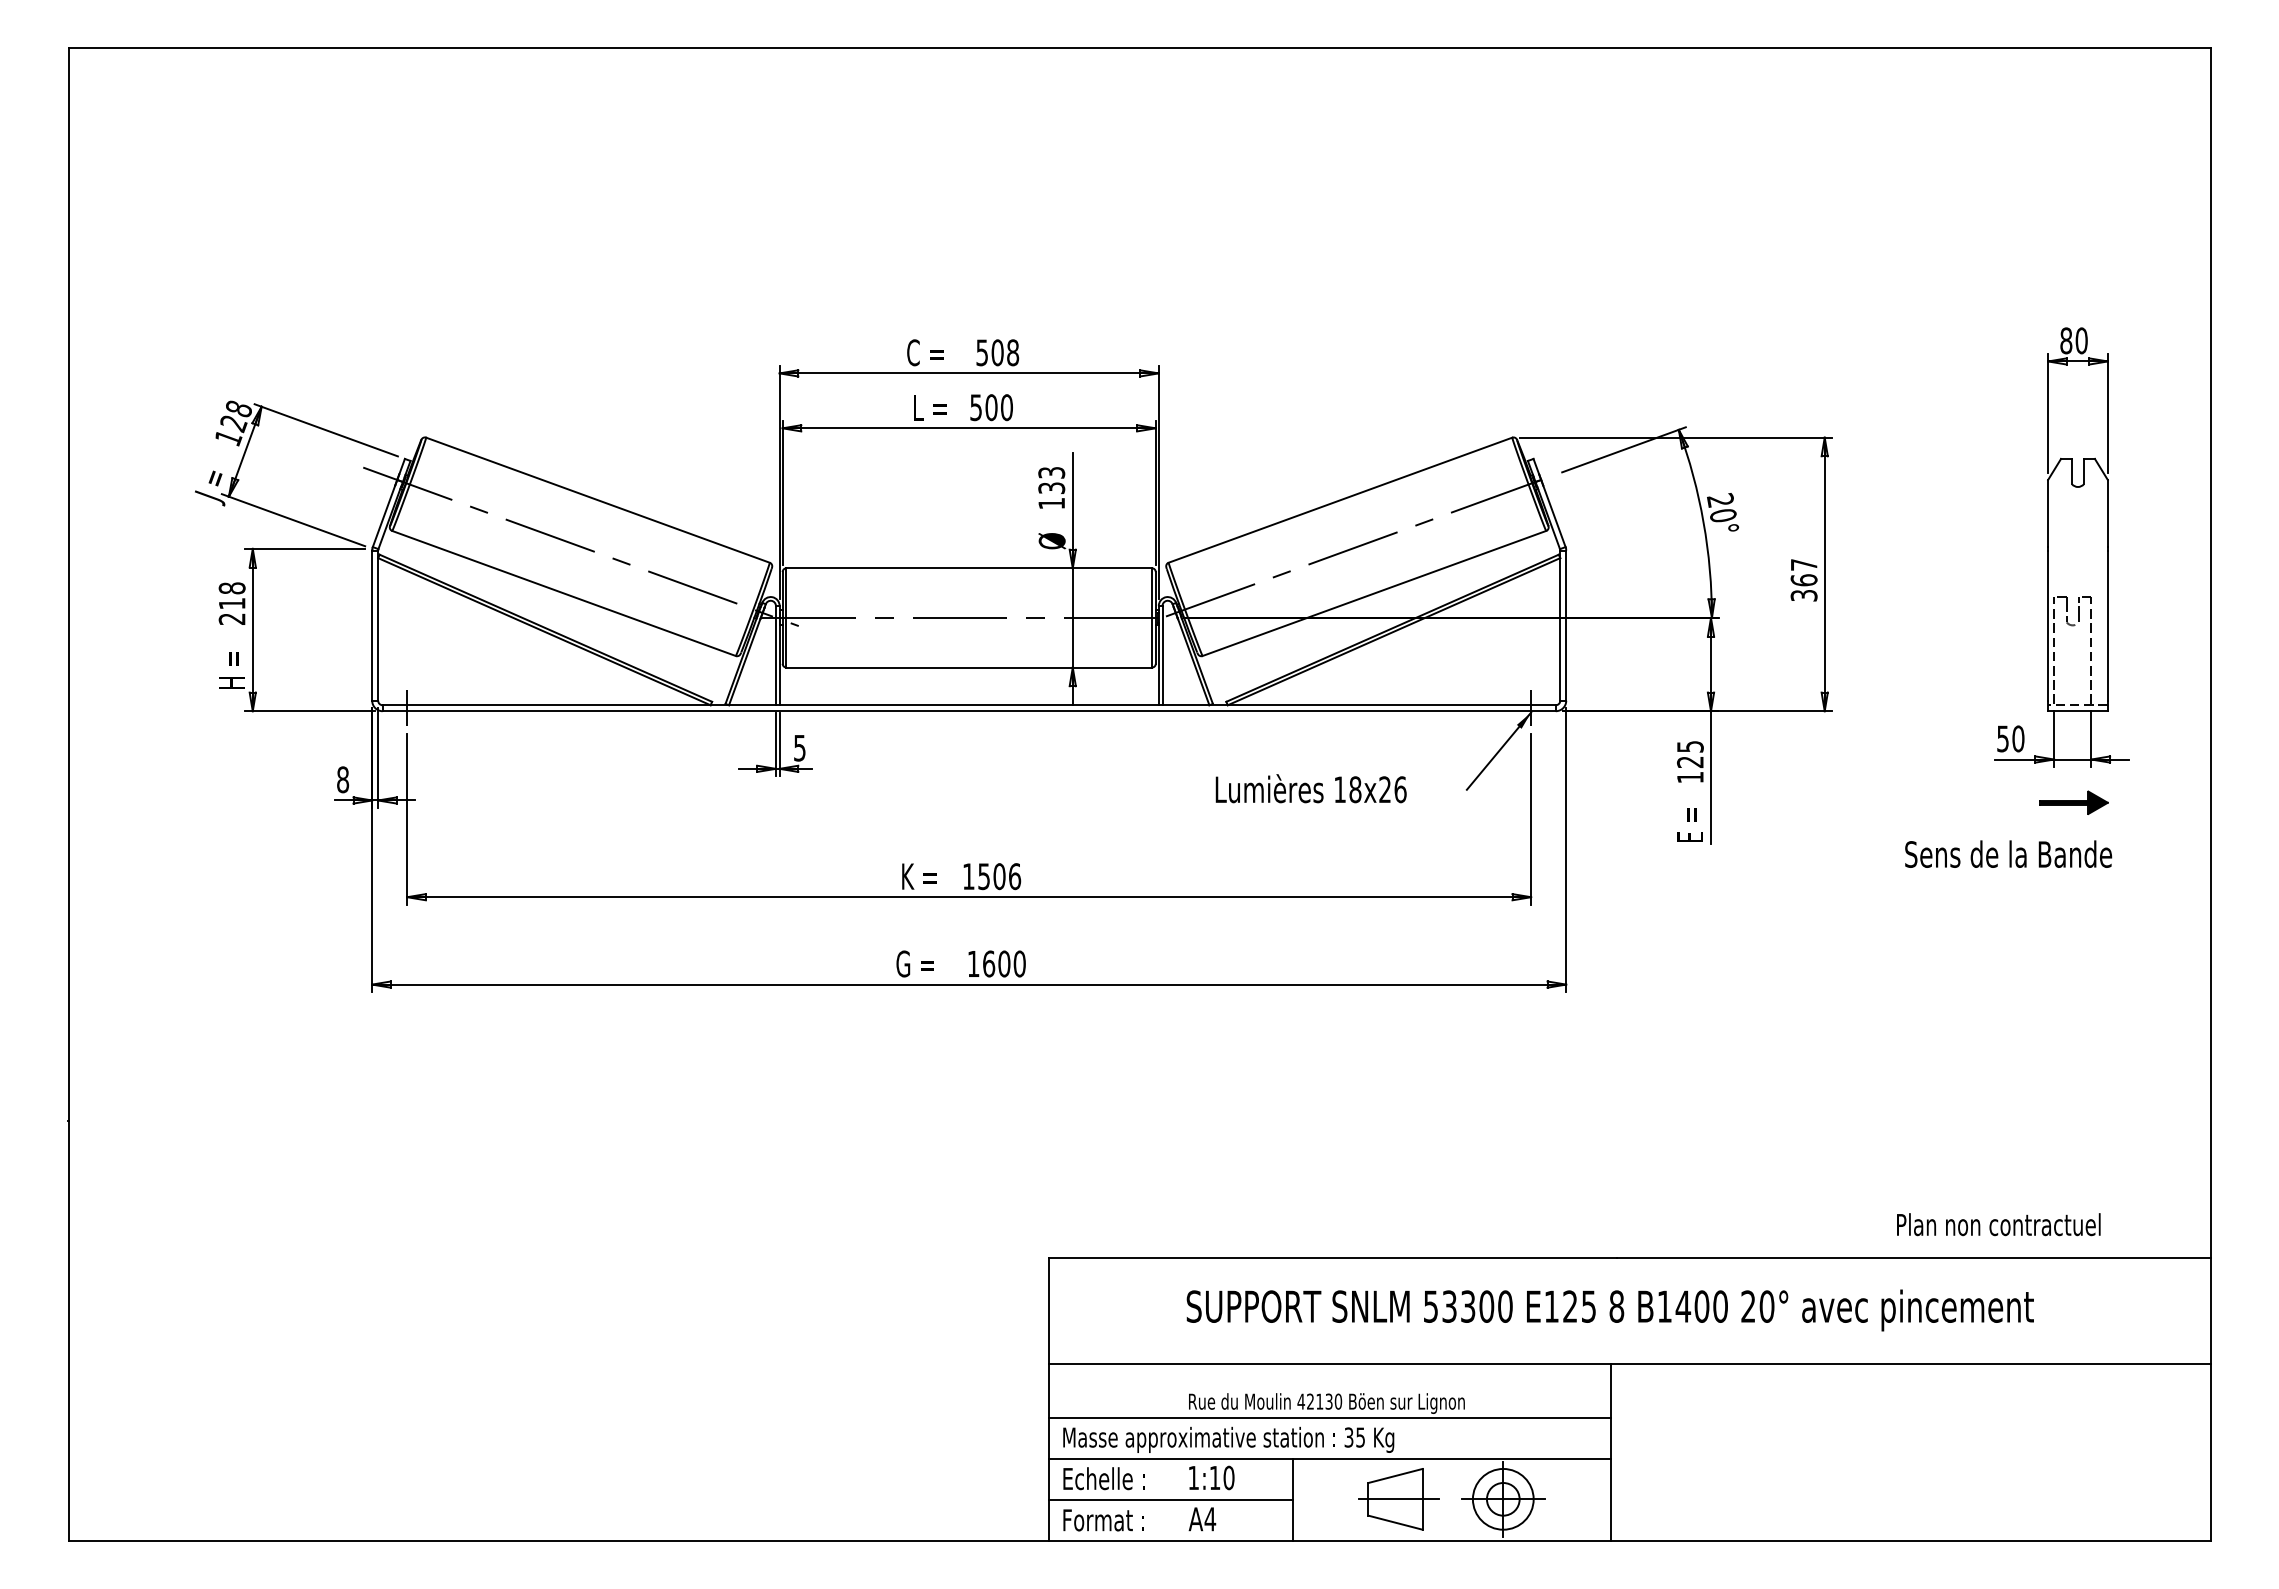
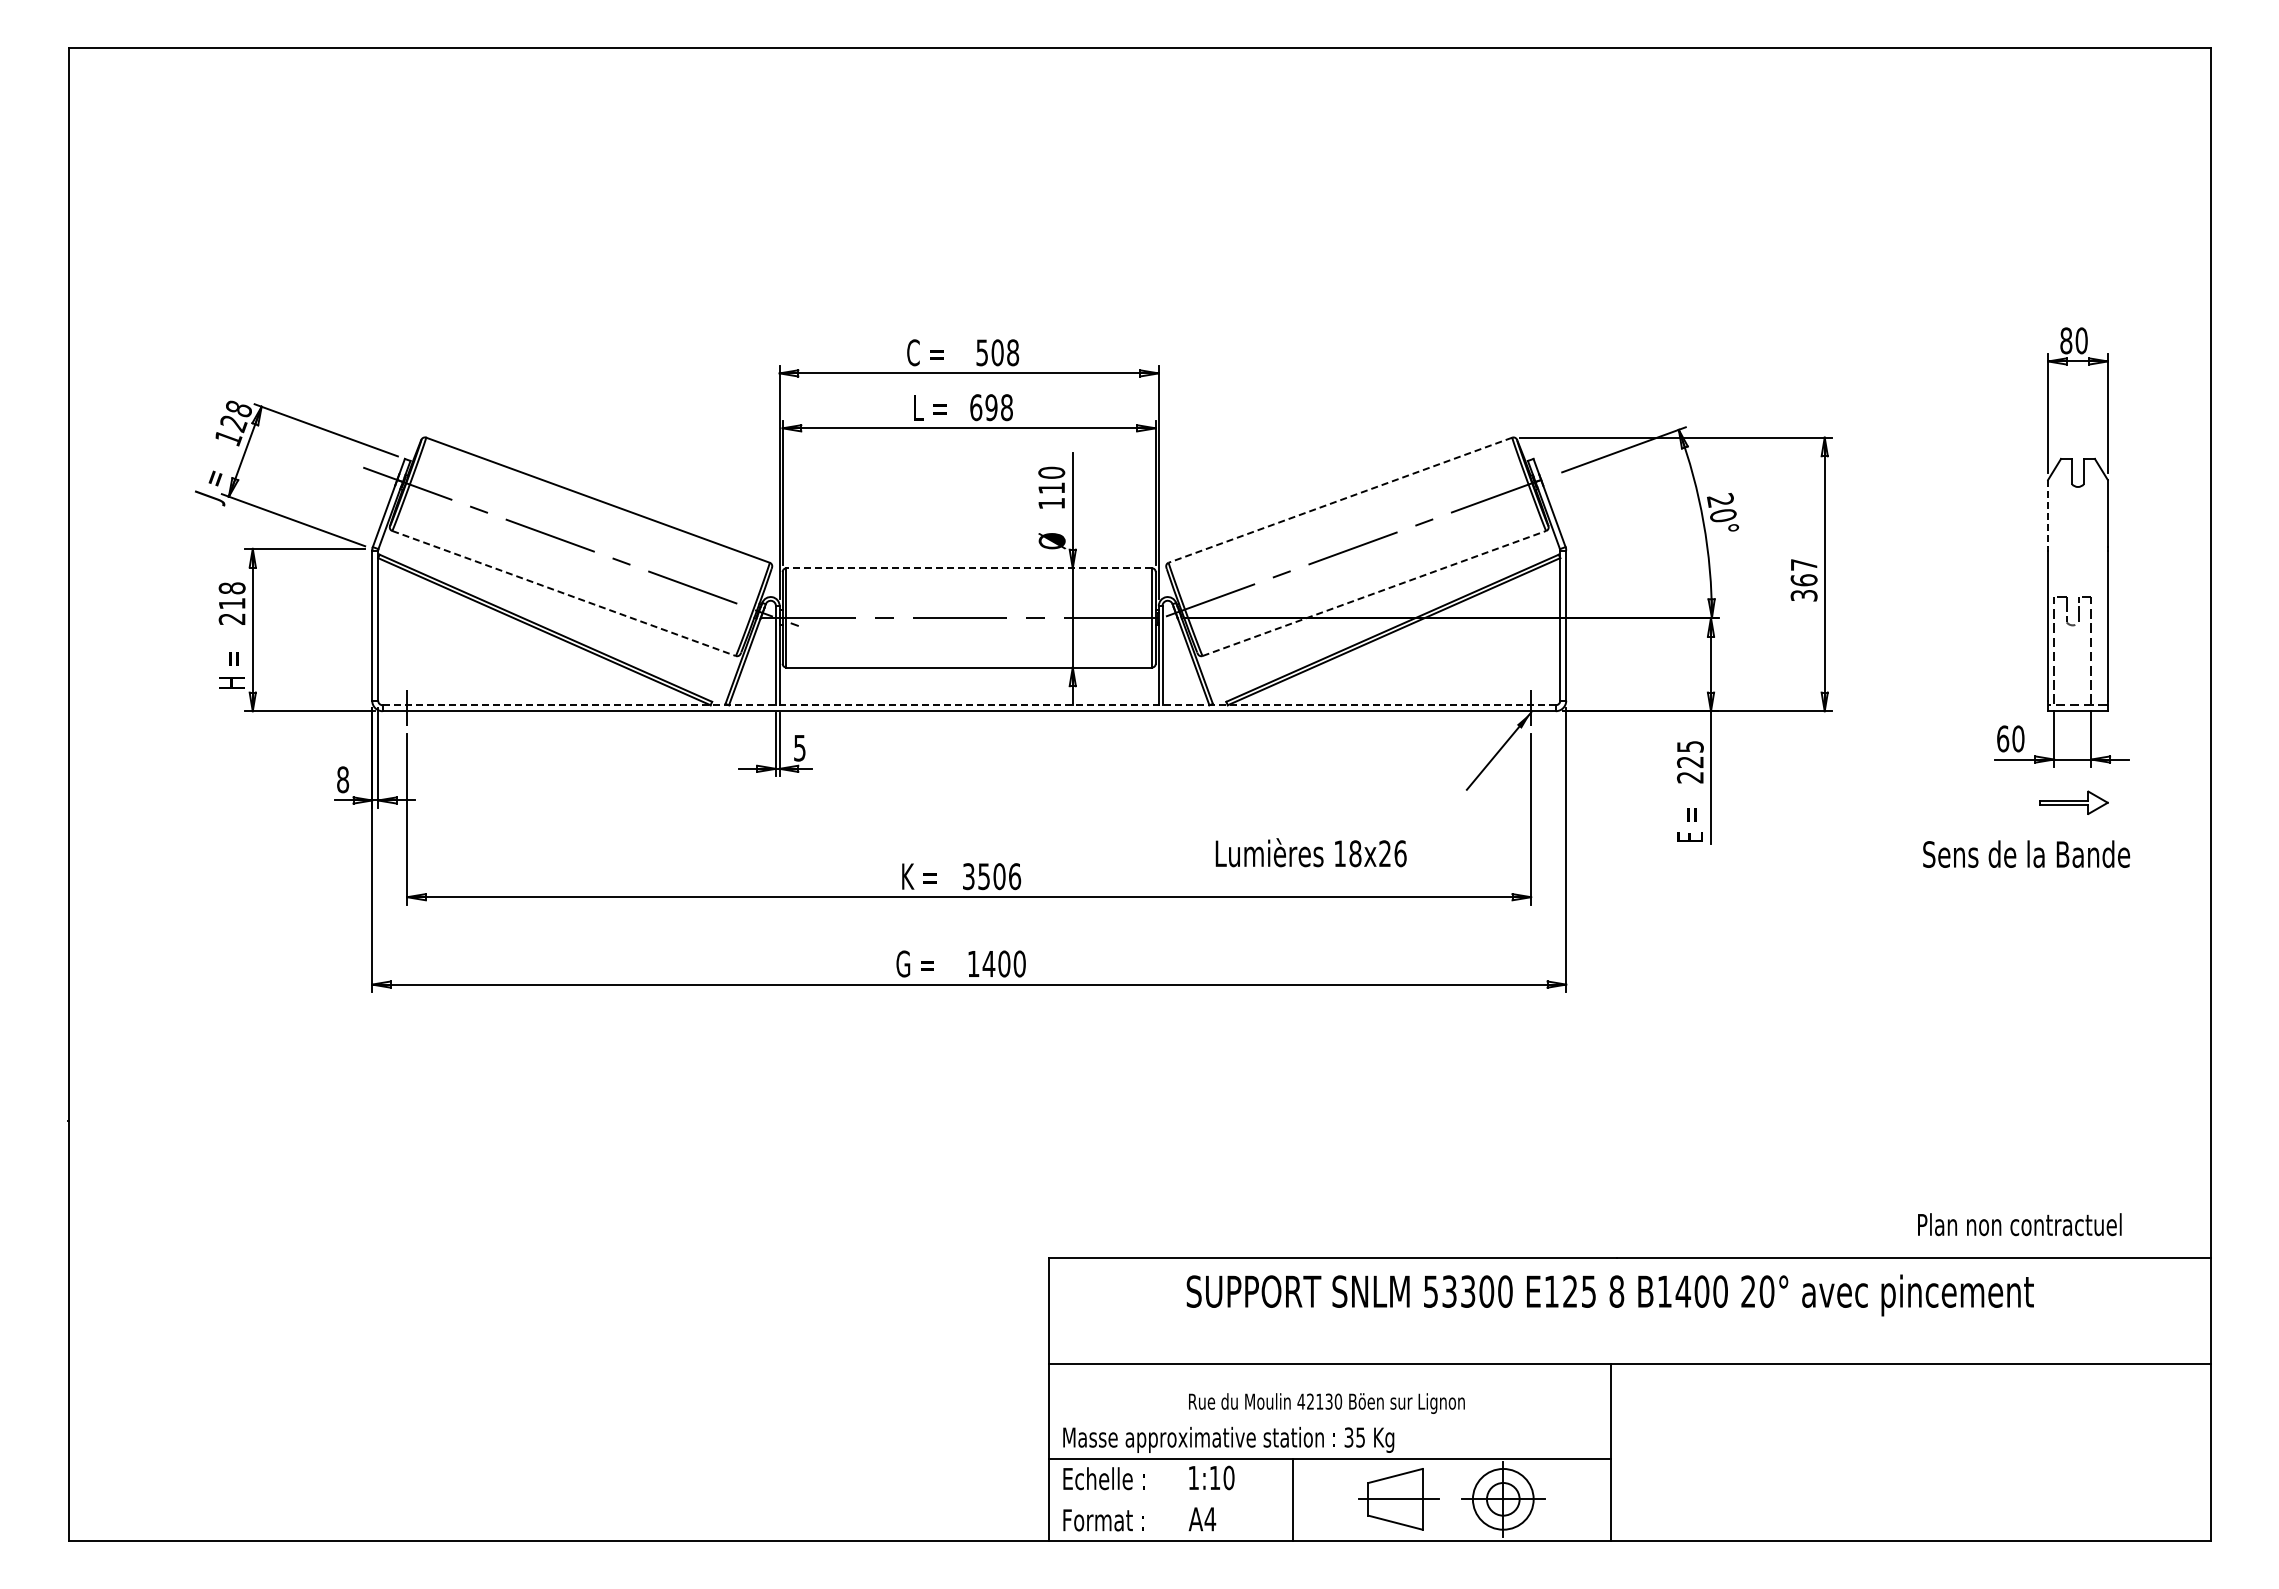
text at (991, 407): 500 -> 698
text at (1051, 479): 133 -> 110
line at (1340, 500): solid -> dashed
line at (2048, 513): solid -> dashed
line at (969, 568): solid -> dashed
line at (564, 593): solid -> dashed
line at (1374, 593): solid -> dashed
line at (969, 705): solid -> dashed
text at (2003, 738): 50 -> 60
text at (1690, 777): 125 -> 225
text at (1310, 788) position: (1310, 788) -> (1310, 852)
fill at (2073, 802): present -> none
text at (2008, 853) position: (2008, 853) -> (2026, 853)
text at (968, 876): 1506 -> 3506
text at (988, 963): 1600 -> 1400
text at (1998, 1224) position: (1998, 1224) -> (2019, 1224)
text at (1609, 1310) position: (1609, 1310) -> (1609, 1295)
line at (1330, 1418): present -> none
line at (1170, 1500): present -> none
